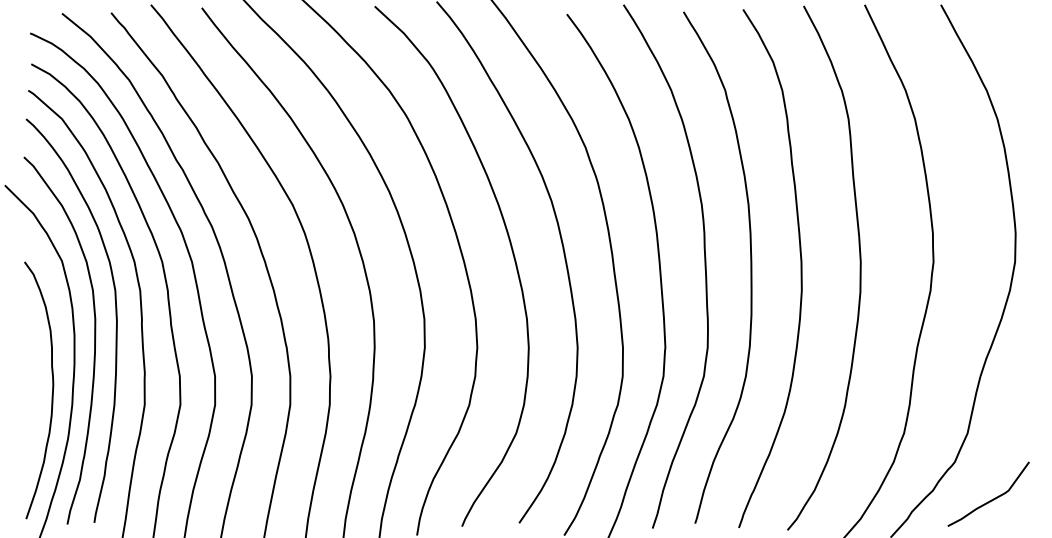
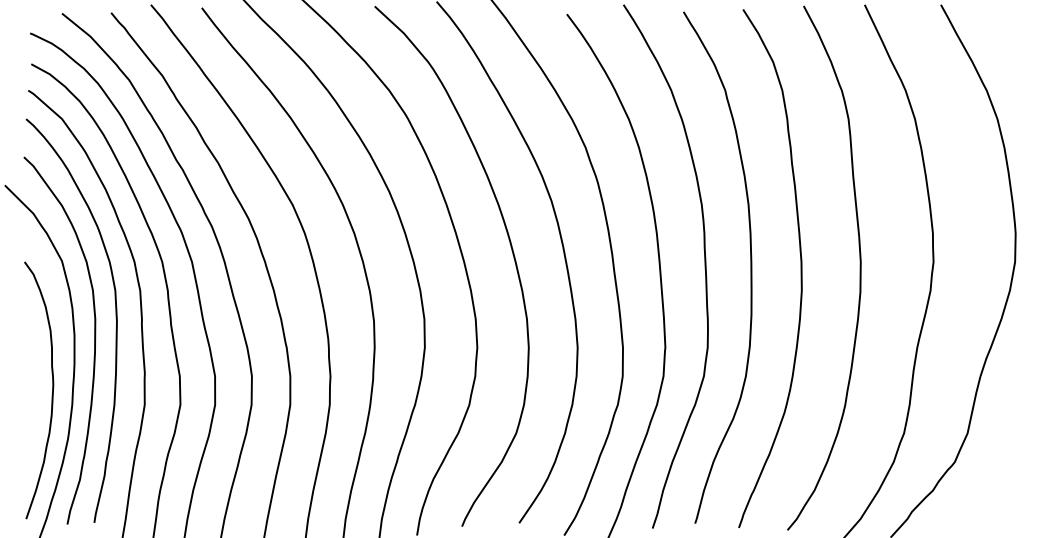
curve at (991, 499): present -> none
